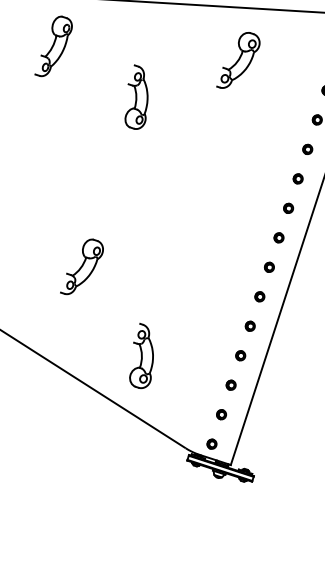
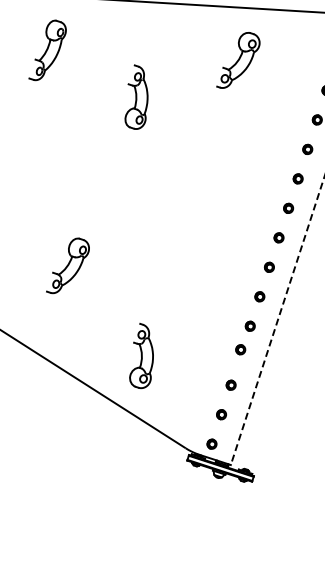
part at (53, 46) position: (53, 46) -> (47, 50)
part at (81, 266) position: (81, 266) -> (67, 265)
line at (277, 320): solid -> dashed
part at (240, 355) position: (240, 355) -> (240, 349)
